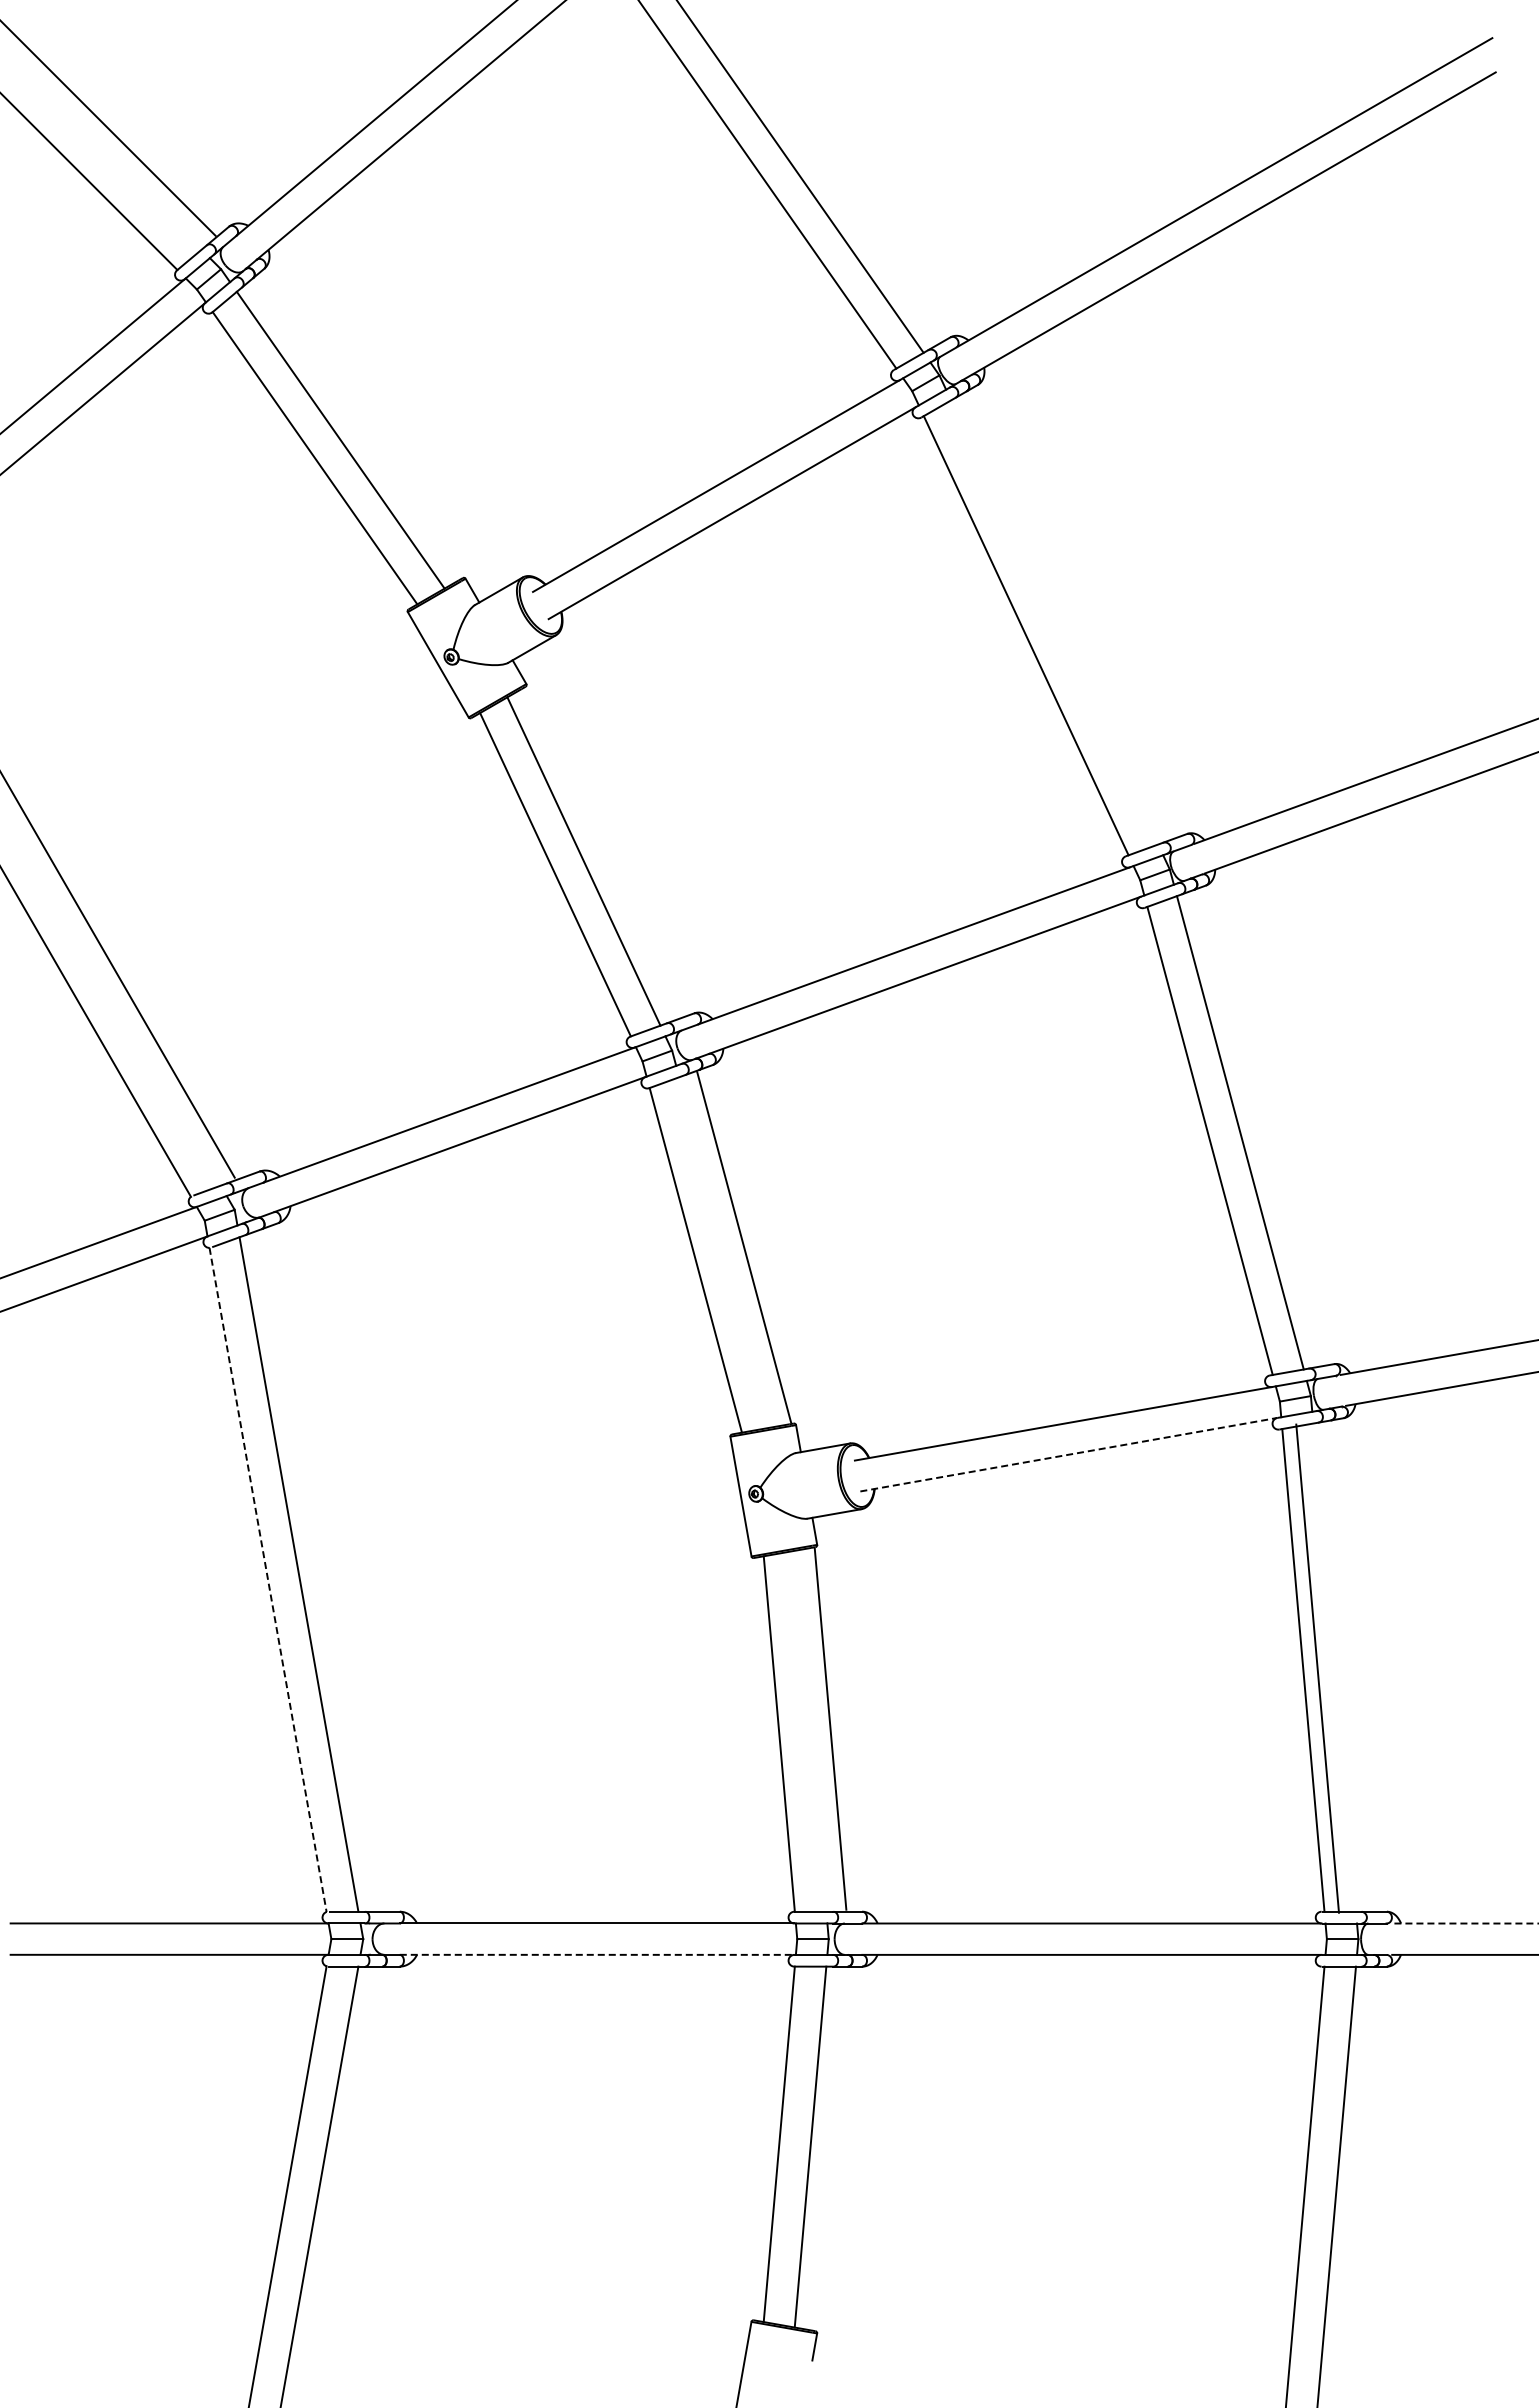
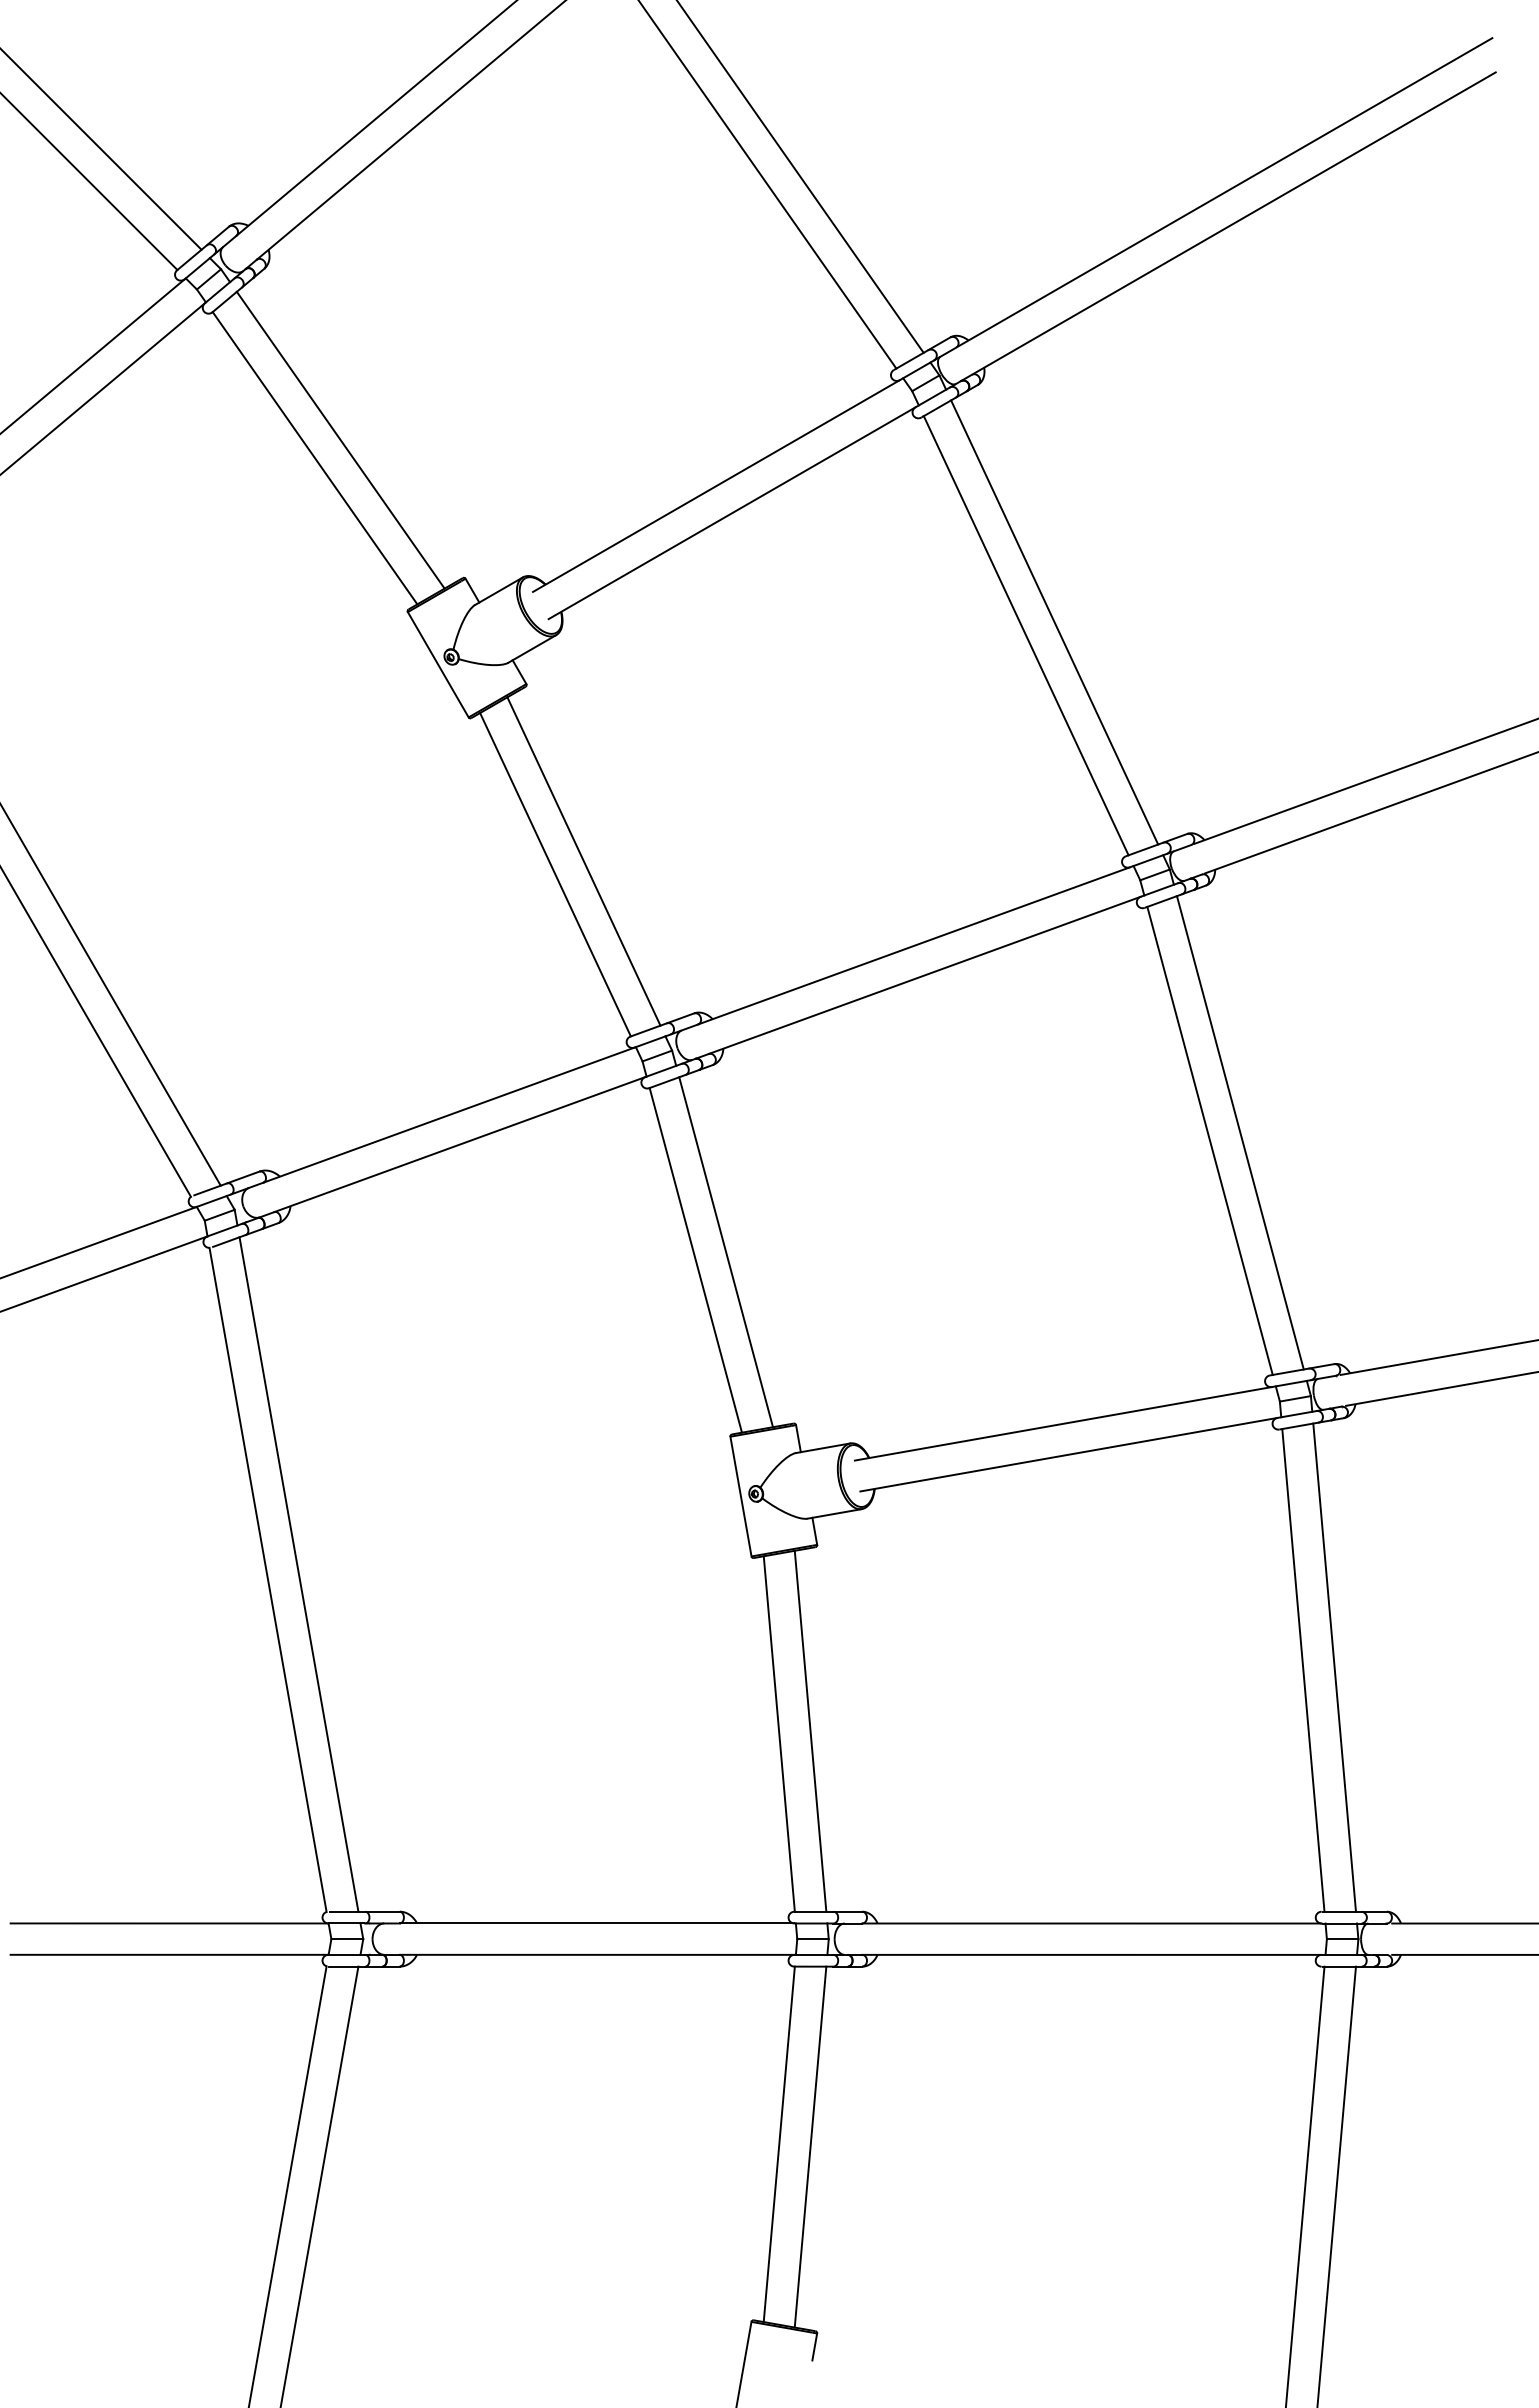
line at (108, 128) position: (108, 128) -> (101, 149)
line at (1054, 622): none -> present
line at (118, 975) position: (118, 975) -> (111, 995)
line at (744, 1247) position: (744, 1247) -> (726, 1252)
line at (1068, 1454): dashed -> solid
line at (268, 1580): dashed -> solid
line at (1317, 1668) position: (1317, 1668) -> (1334, 1667)
line at (830, 1728) position: (830, 1728) -> (810, 1730)
line at (1465, 1923): dashed -> solid
line at (597, 1954): dashed -> solid
